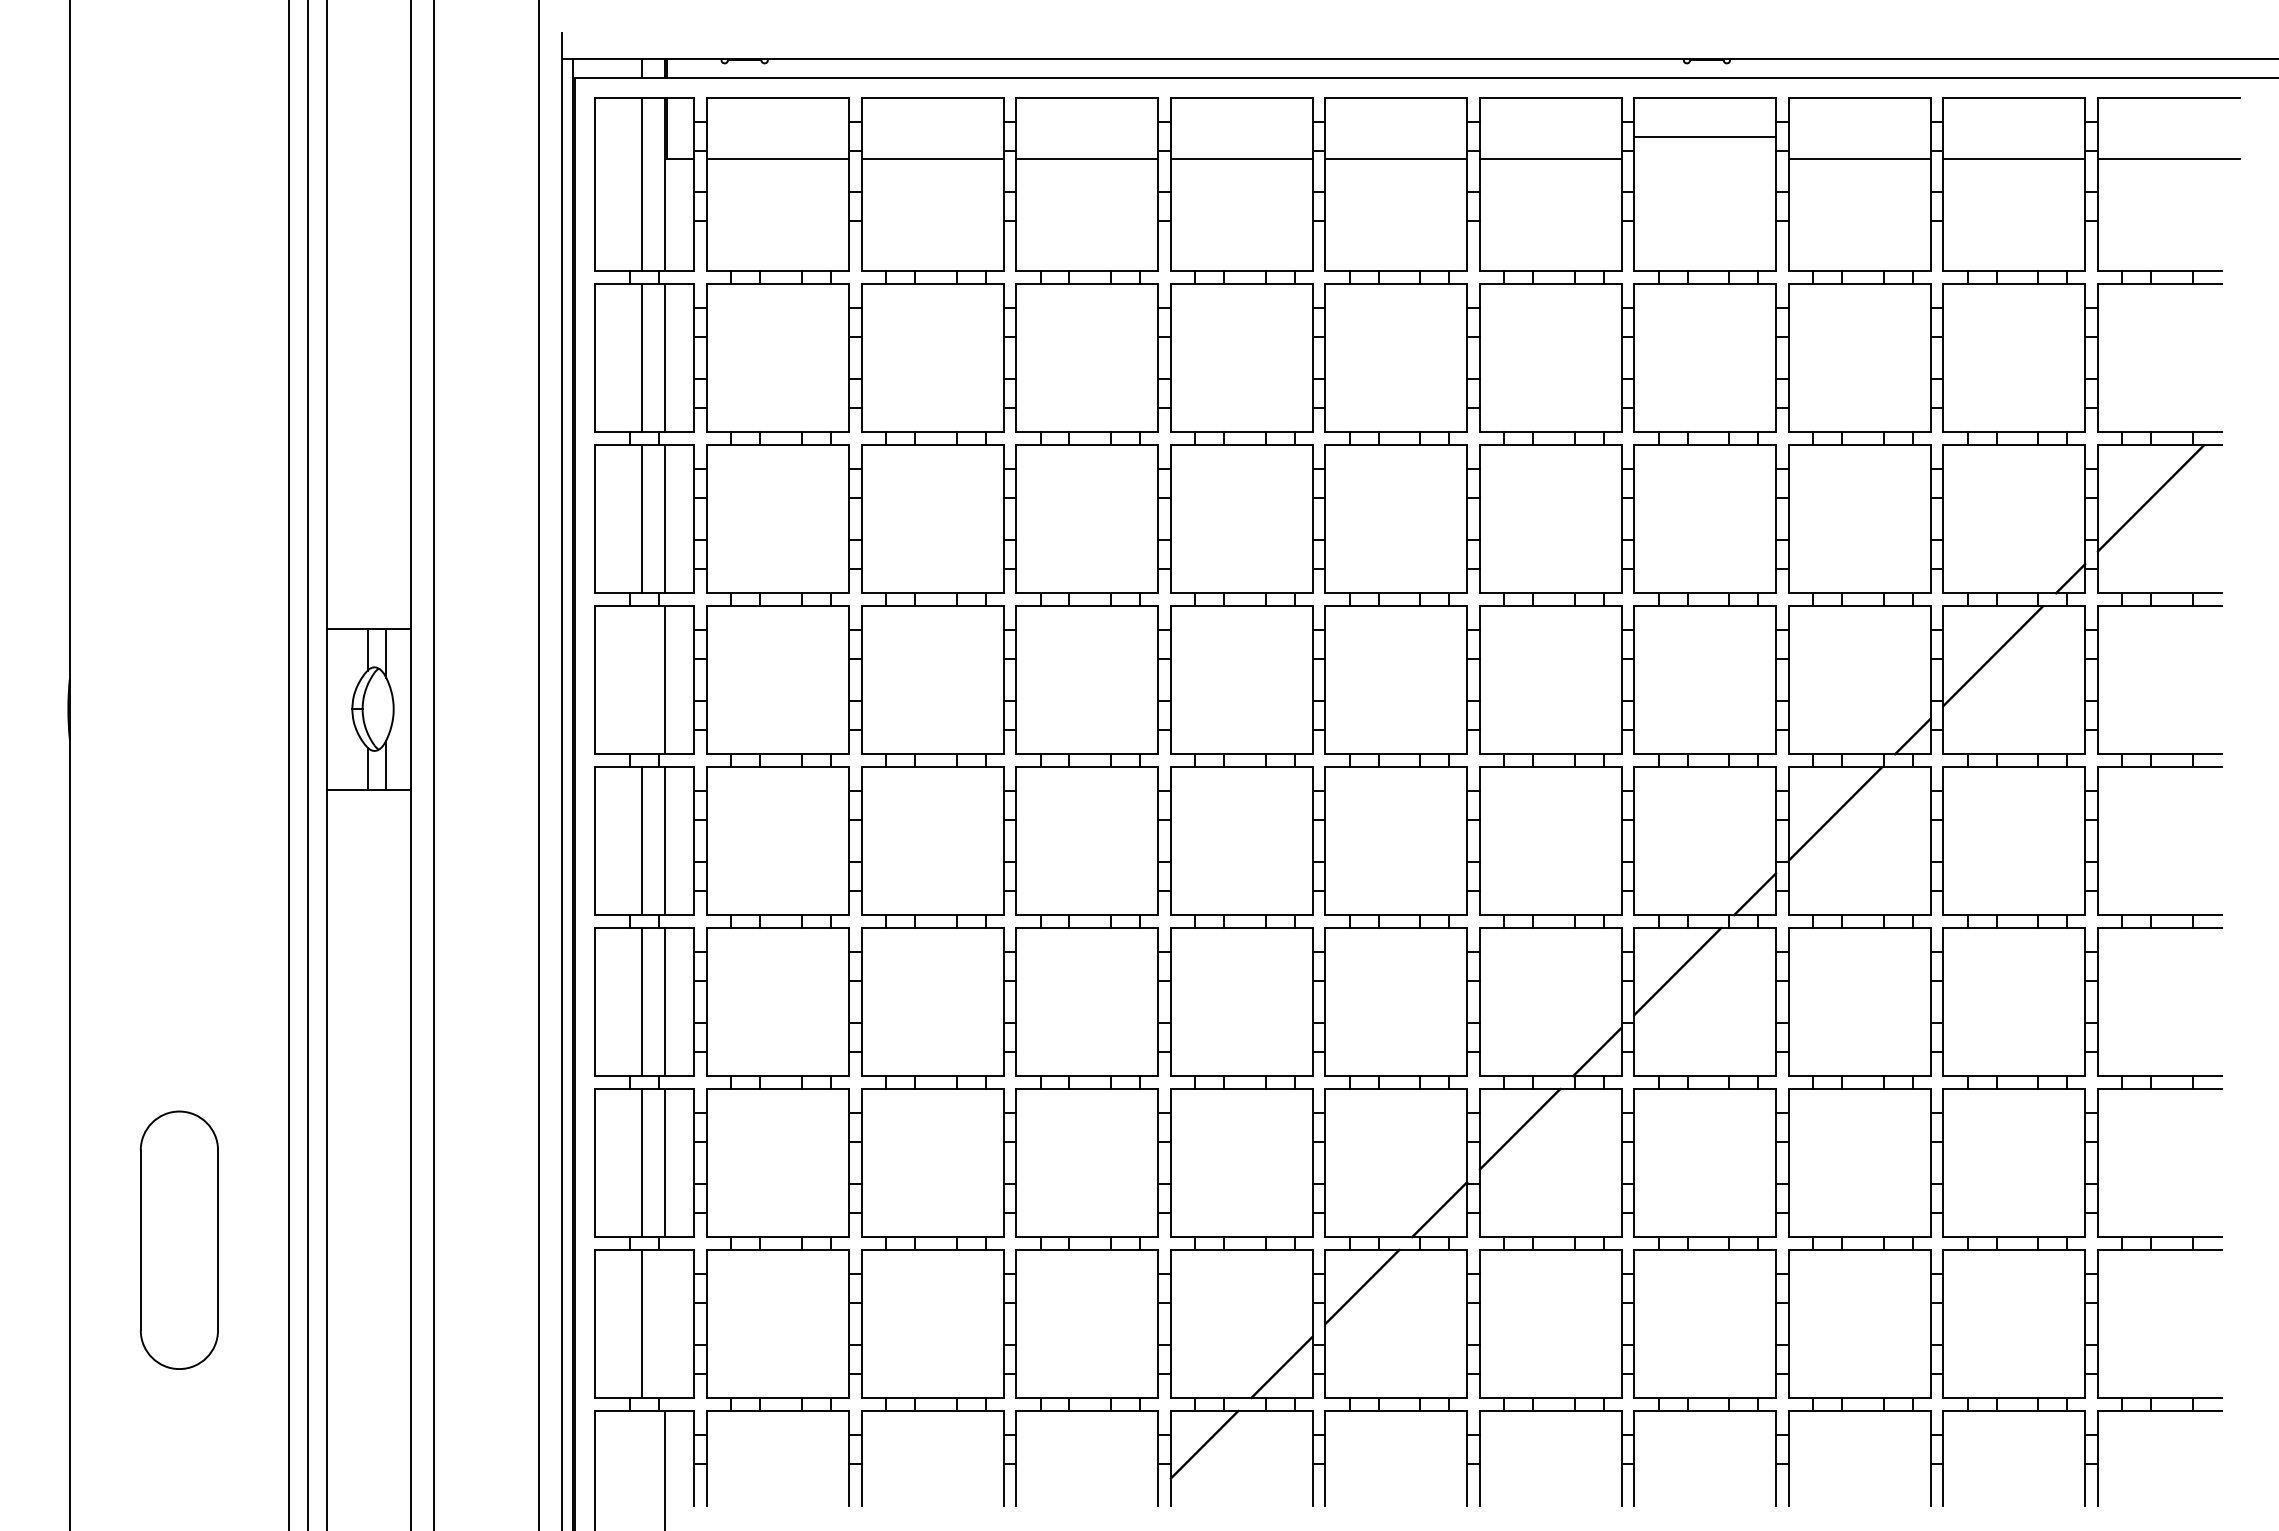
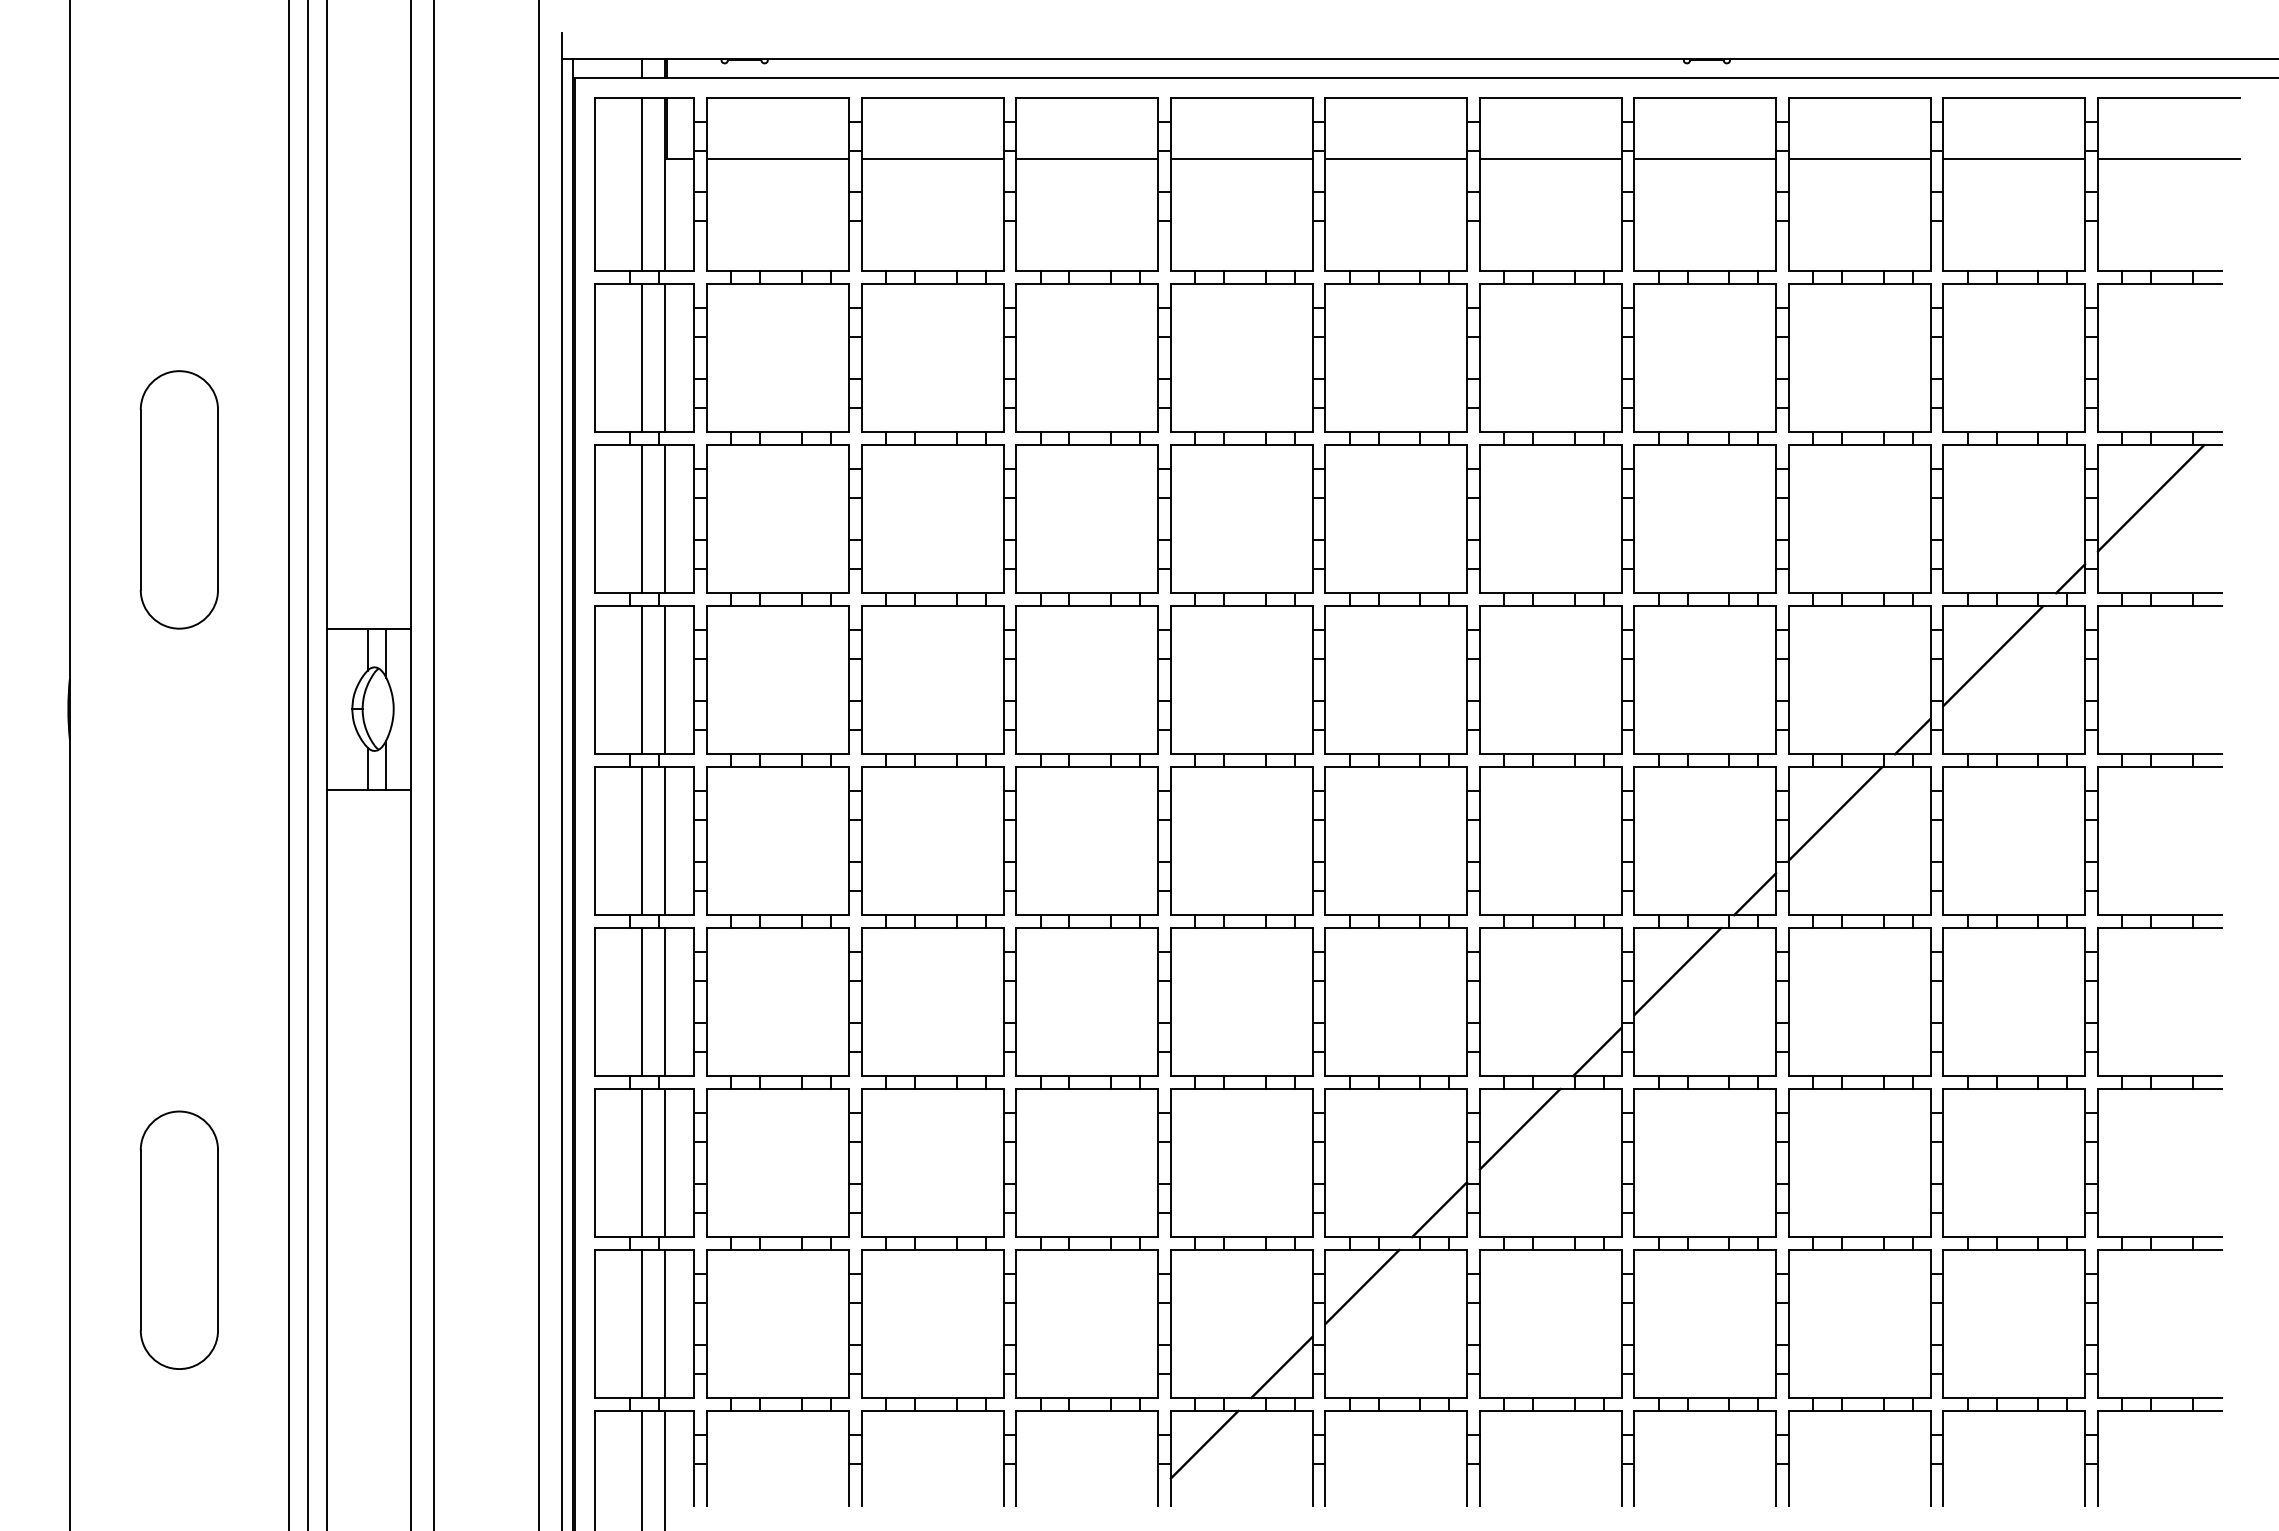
line at (1705, 137) position: (1705, 137) -> (1705, 159)
part at (178, 499): none -> present
line at (642, 680): none -> present
line at (665, 1323): none -> present
line at (642, 1468): none -> present
